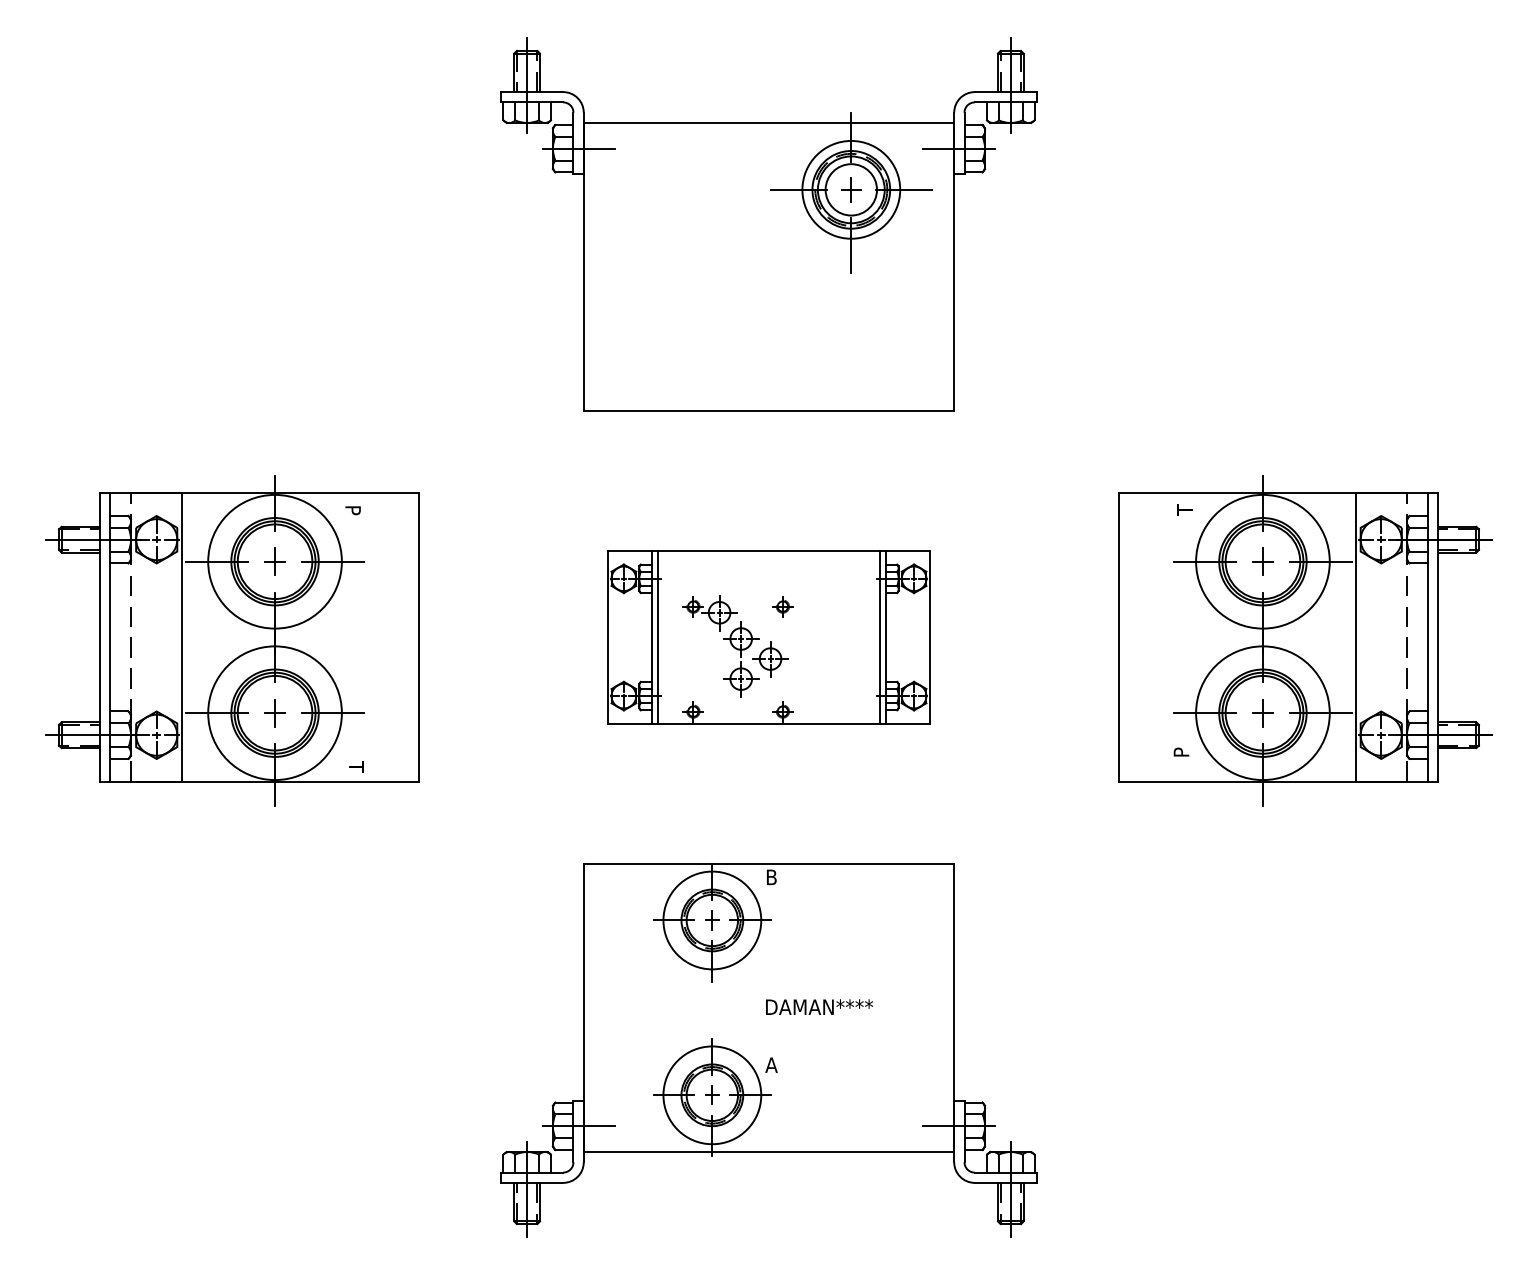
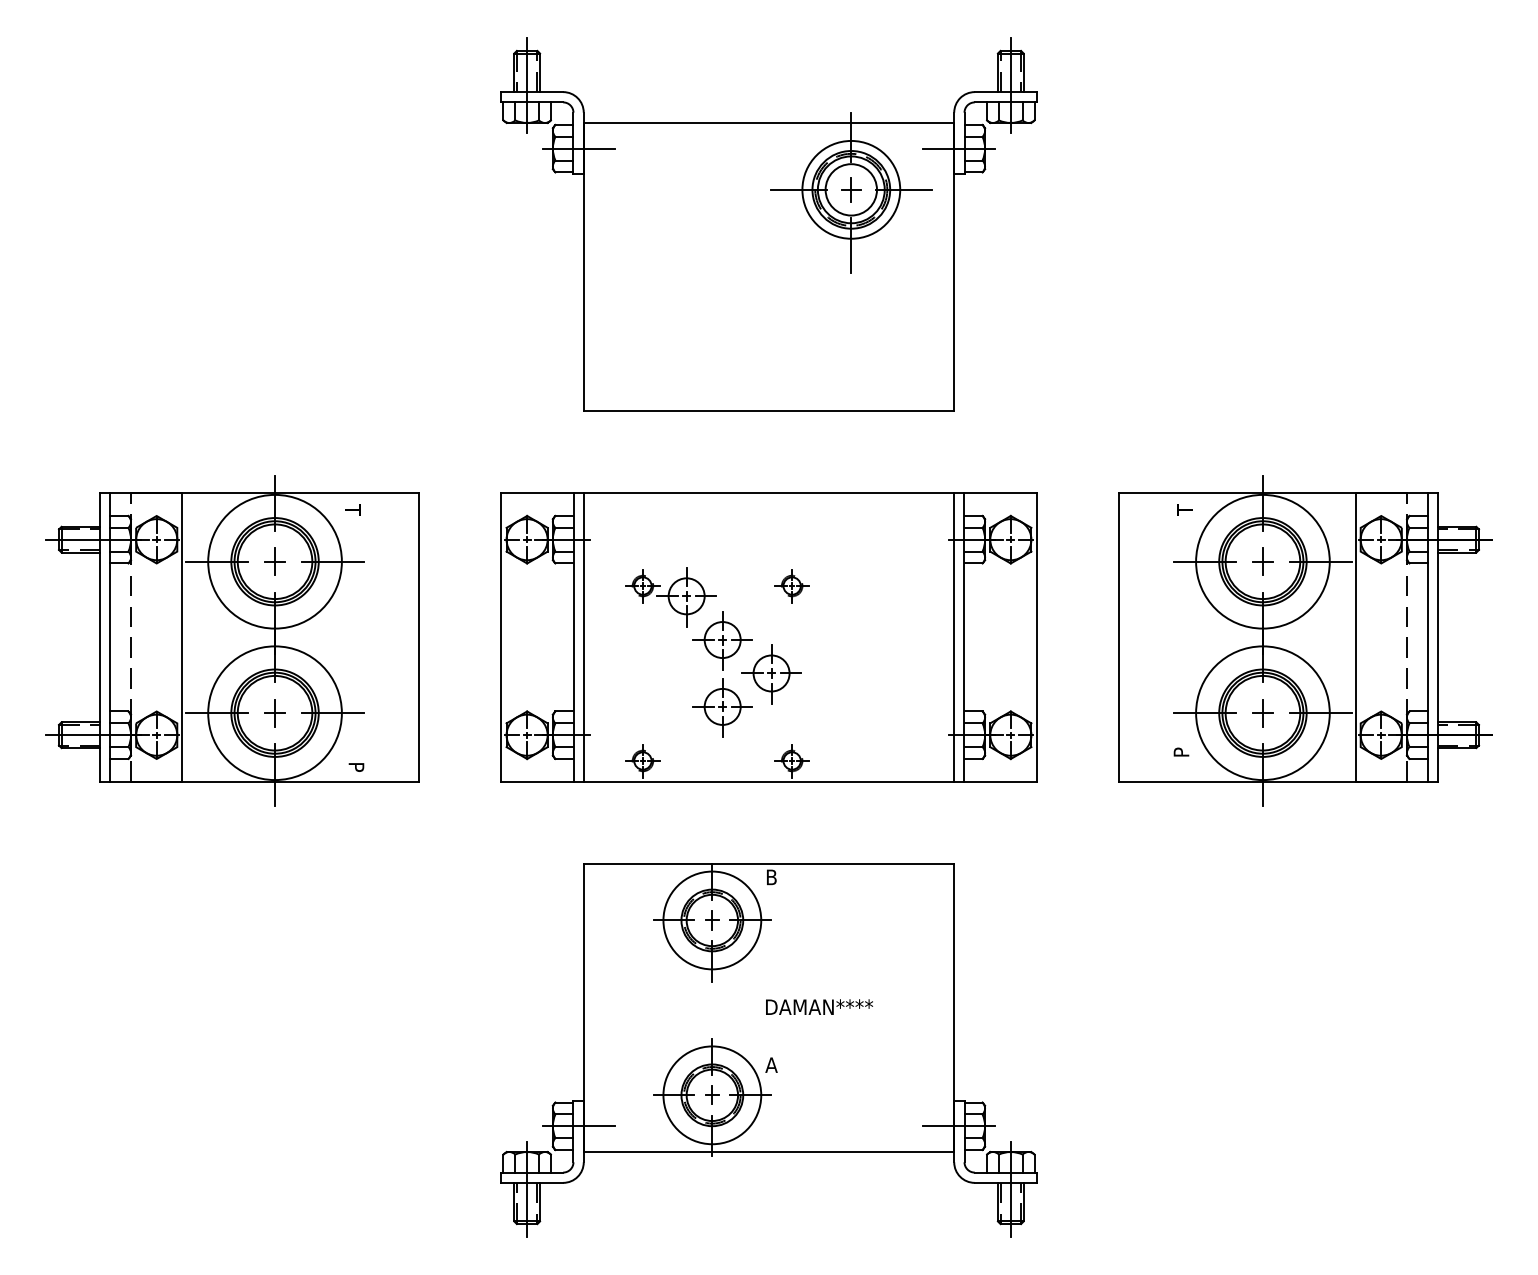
text at (352, 509): P -> T
part at (768, 637) size: 324x175 px -> 538x291 px
text at (356, 766): T -> P
